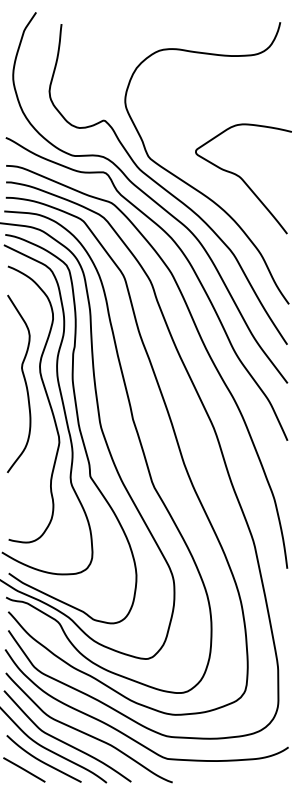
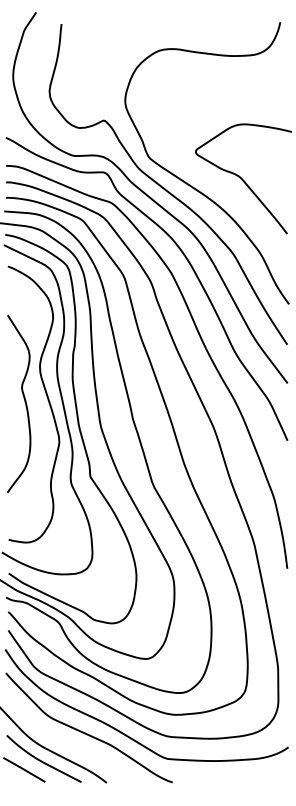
curve at (24, 382) position: (24, 382) -> (24, 402)
curve at (64, 741): present -> none
